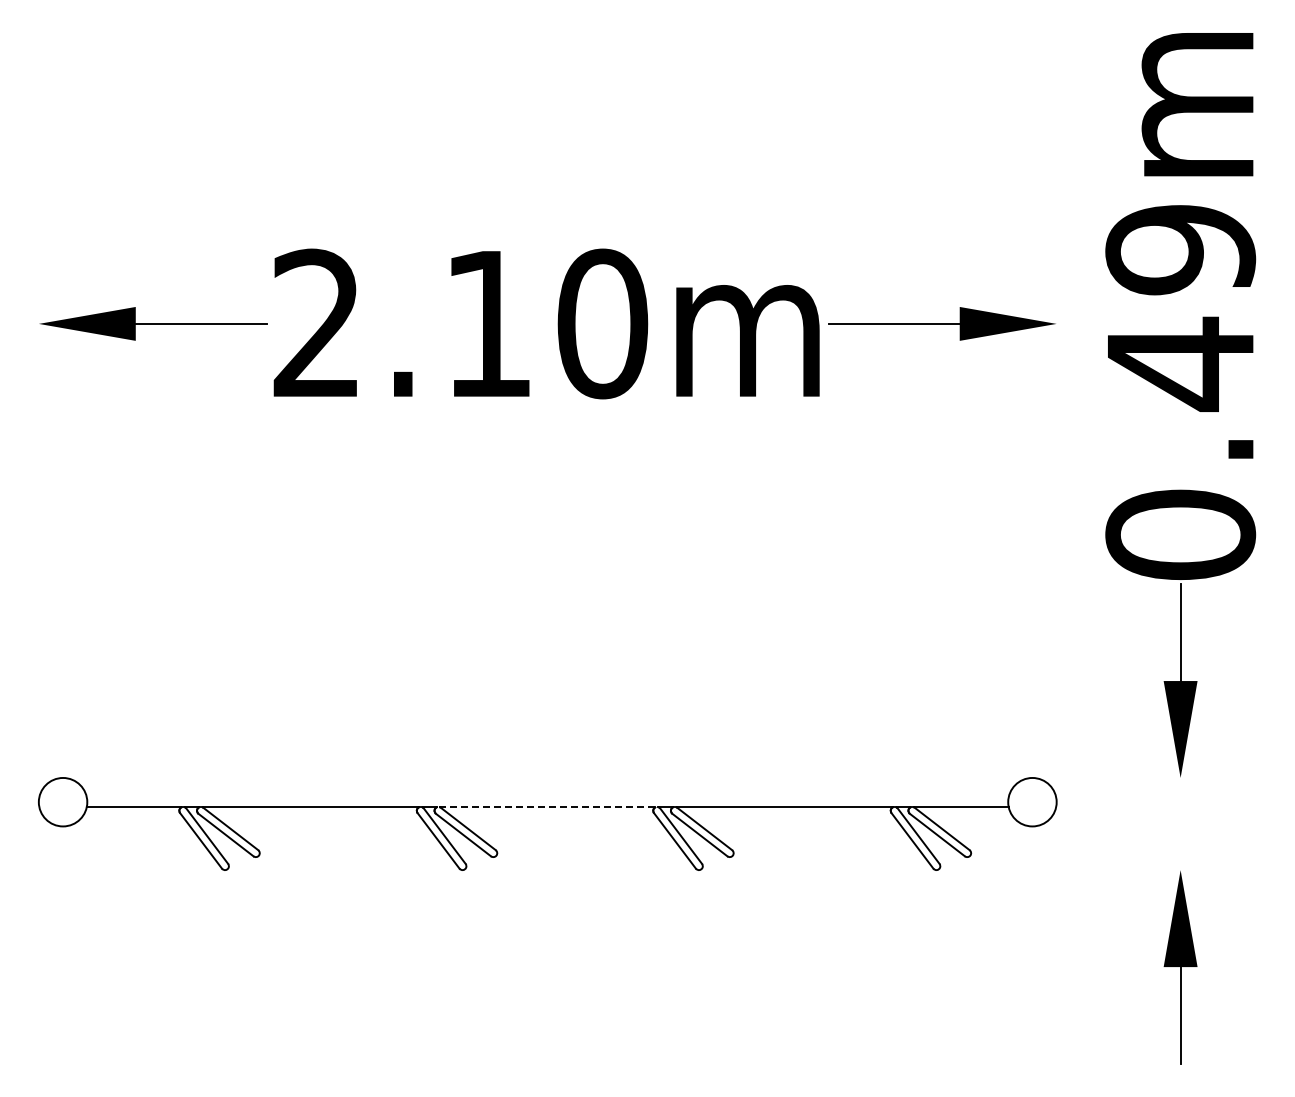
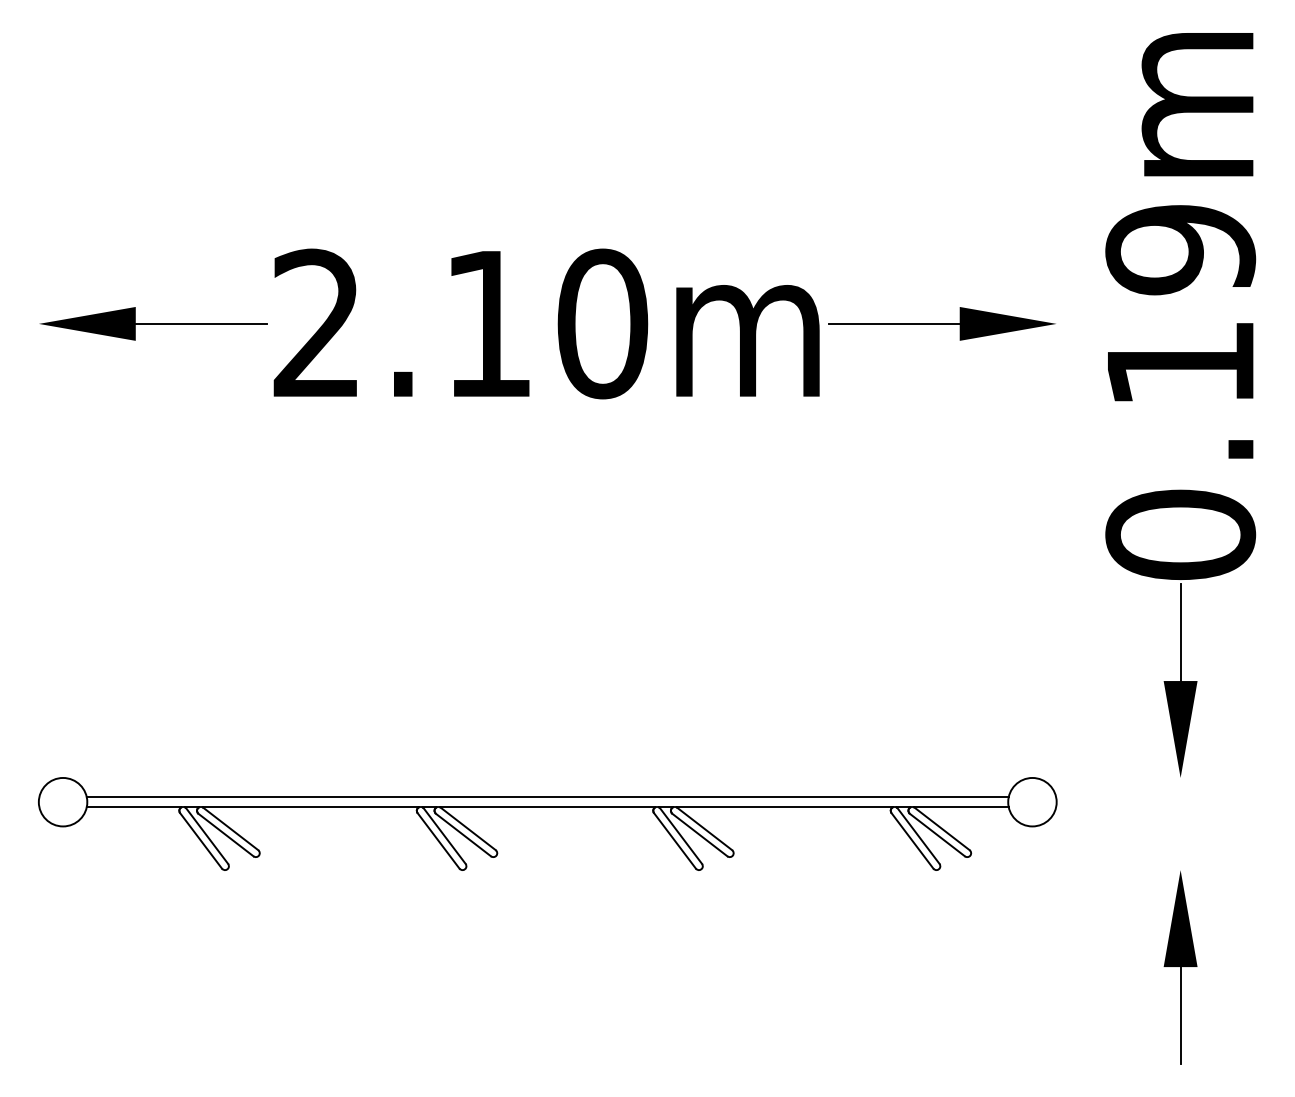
text at (1180, 364): 0.49m -> 0.19m
line at (547, 797): none -> present
line at (548, 807): dashed -> solid
